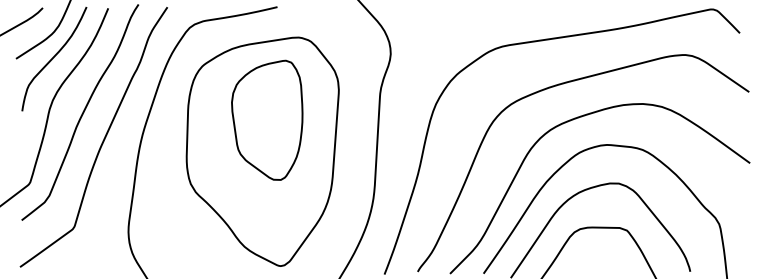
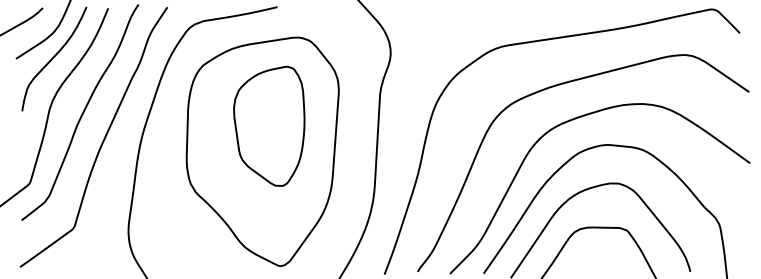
part at (267, 119) position: (267, 119) -> (269, 125)
